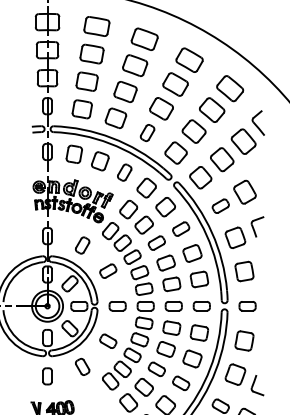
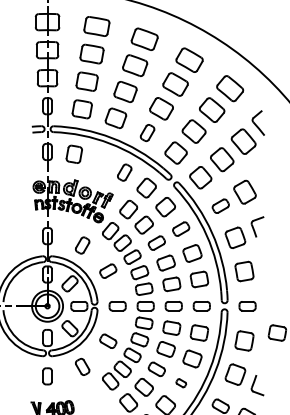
part at (100, 161): present -> none
part at (276, 332): none -> present
part at (181, 382) size: 19x16 px -> 13x11 px
